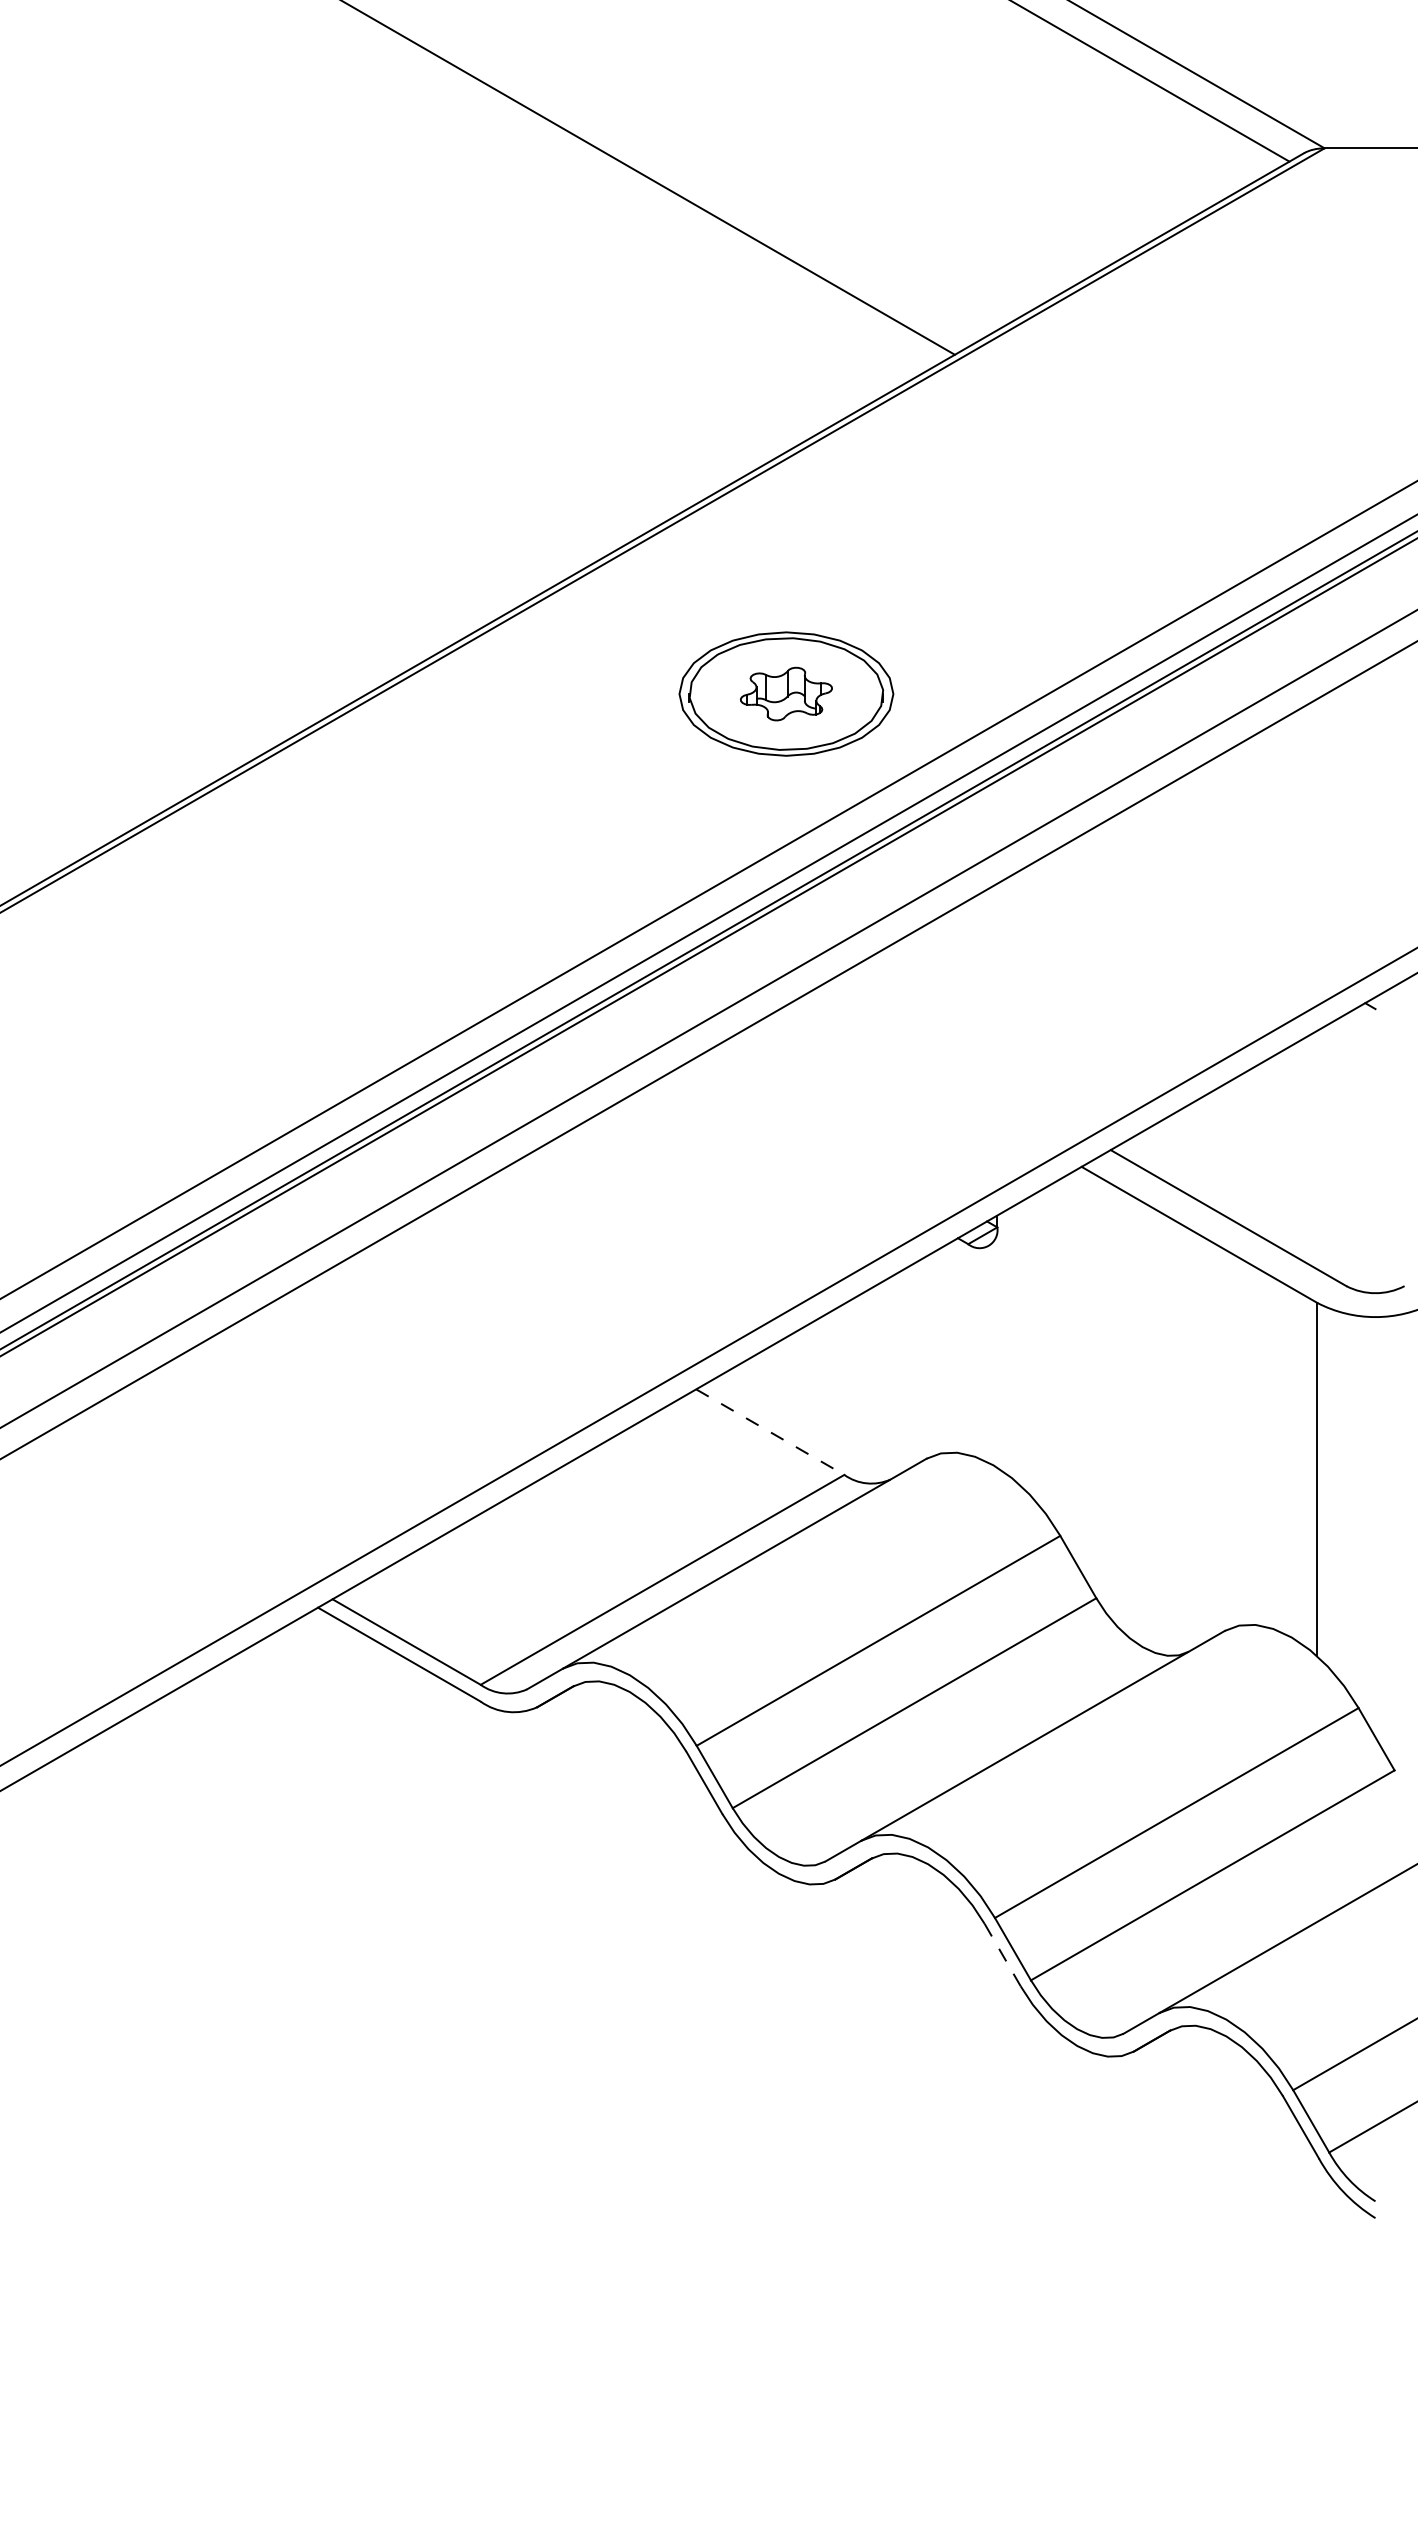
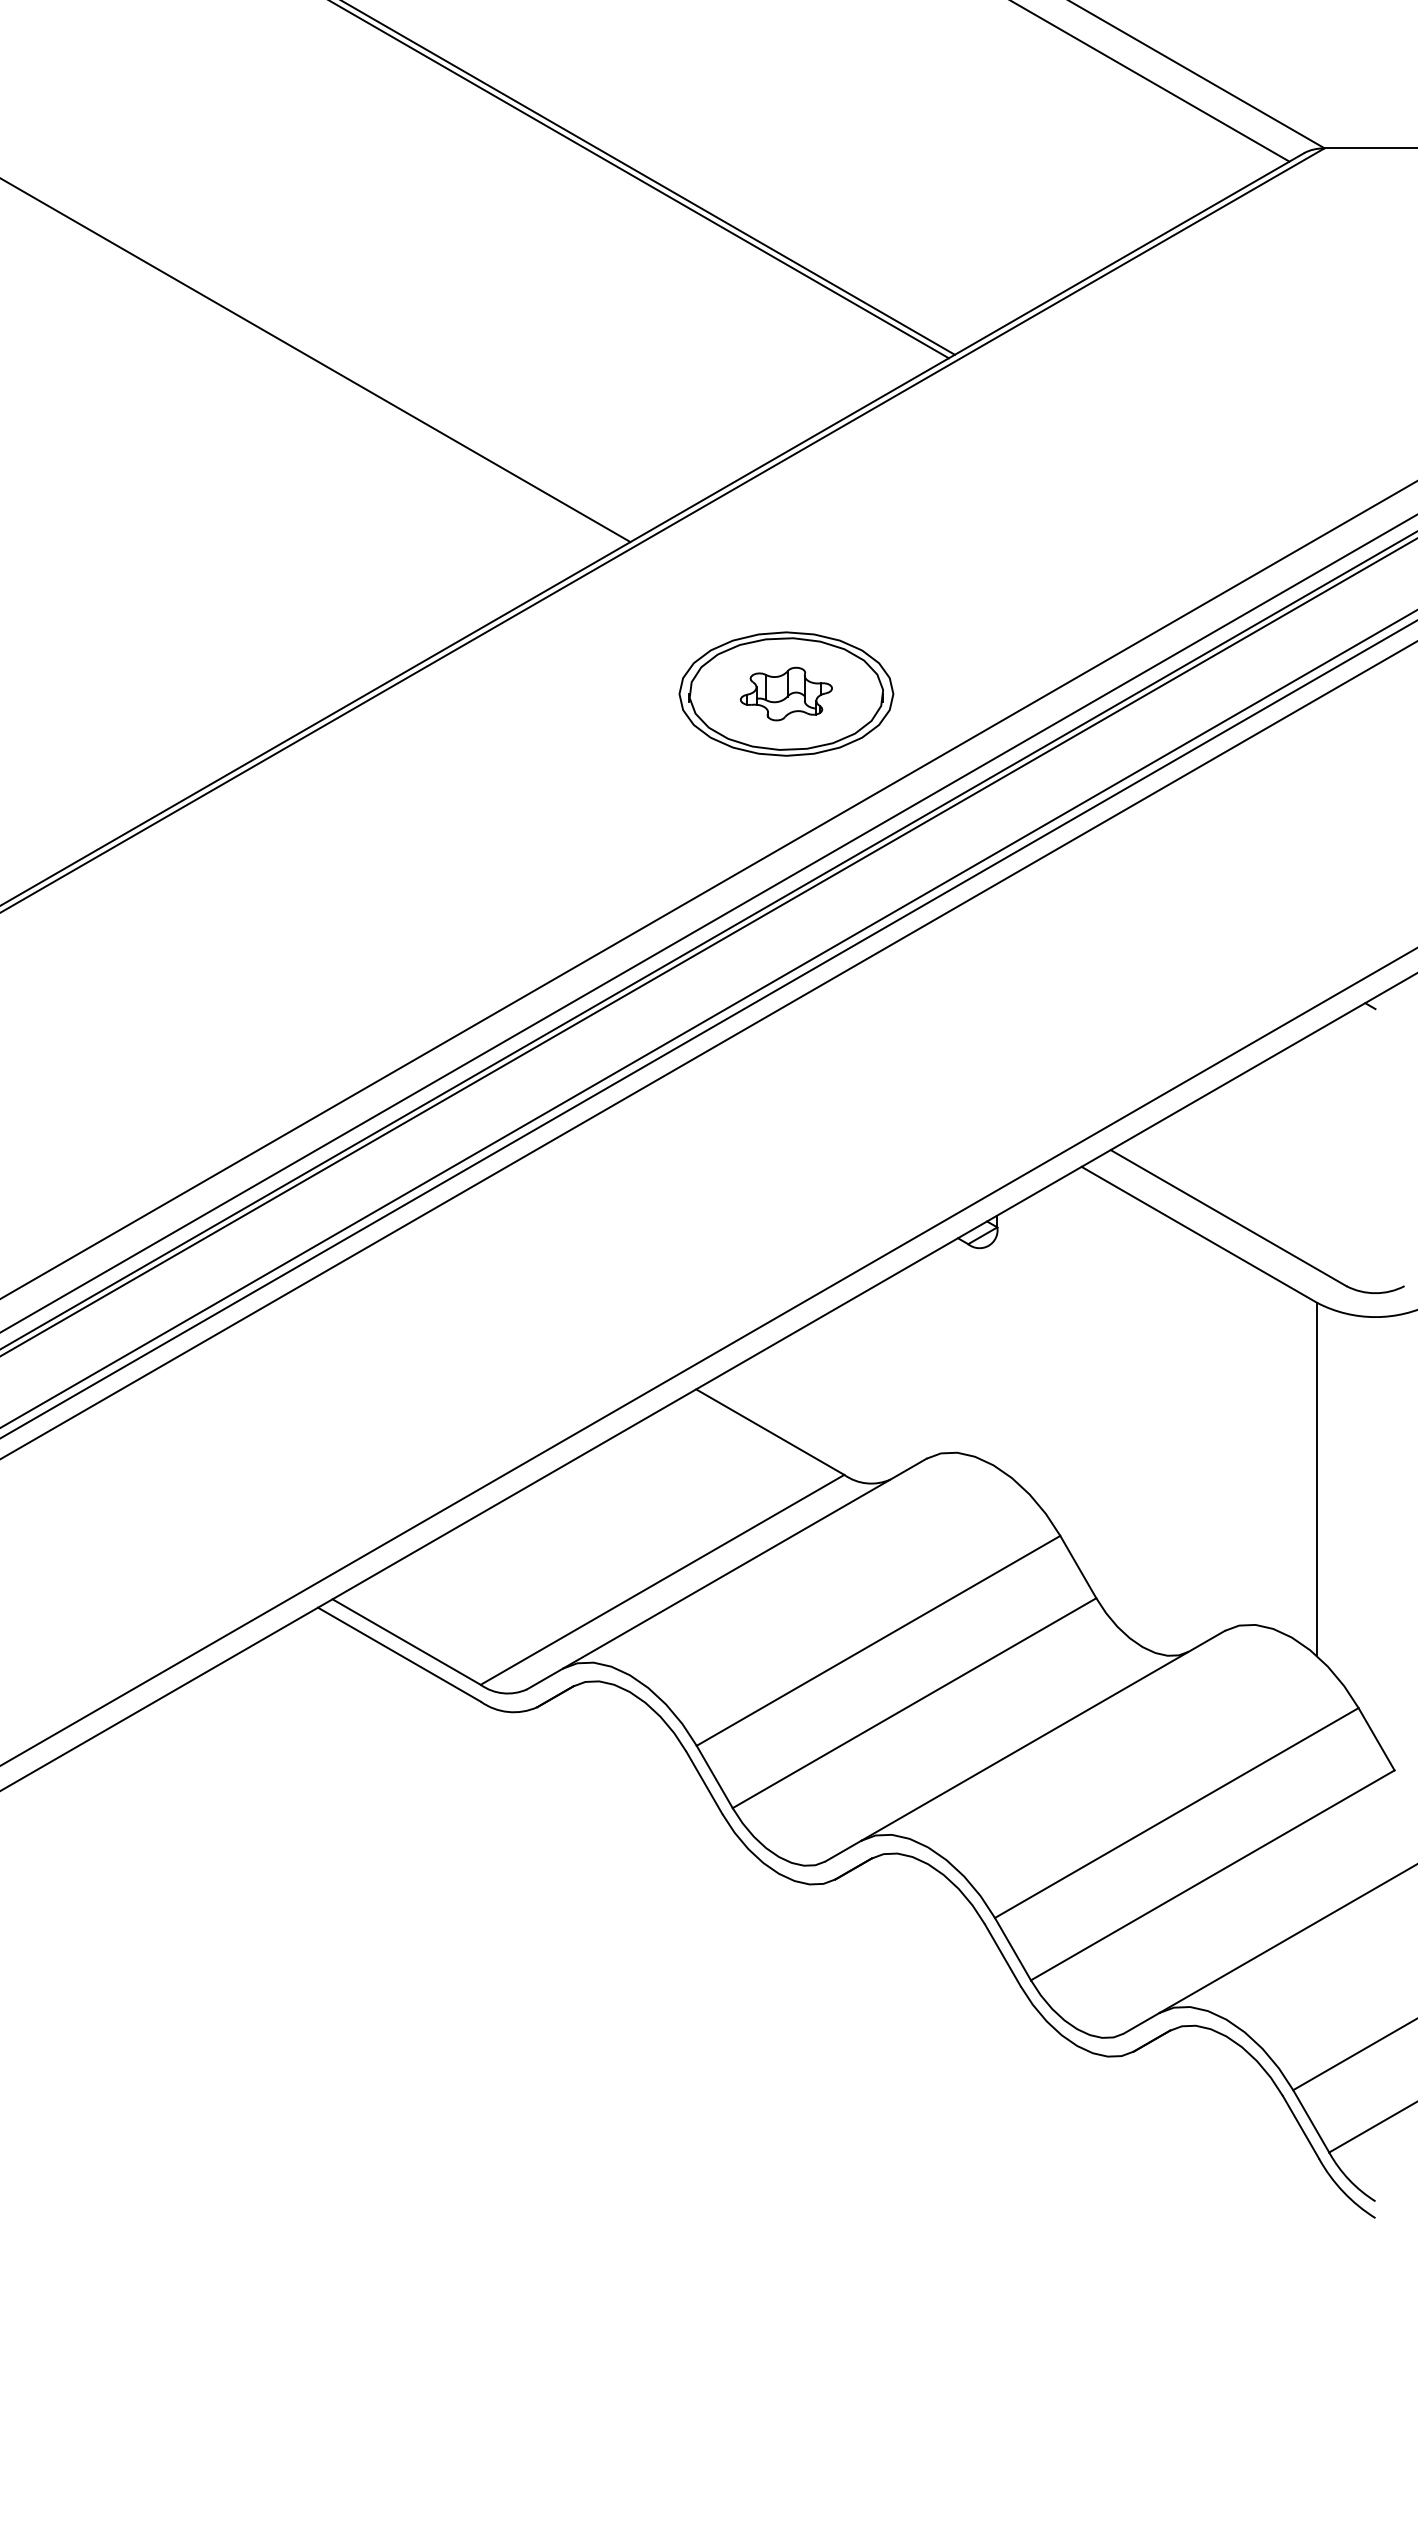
line at (640, 180): none -> present
line at (316, 360): none -> present
line at (708, 1029): none -> present
line at (770, 1432): dashed -> solid
line at (1002, 1955): dashed -> solid
